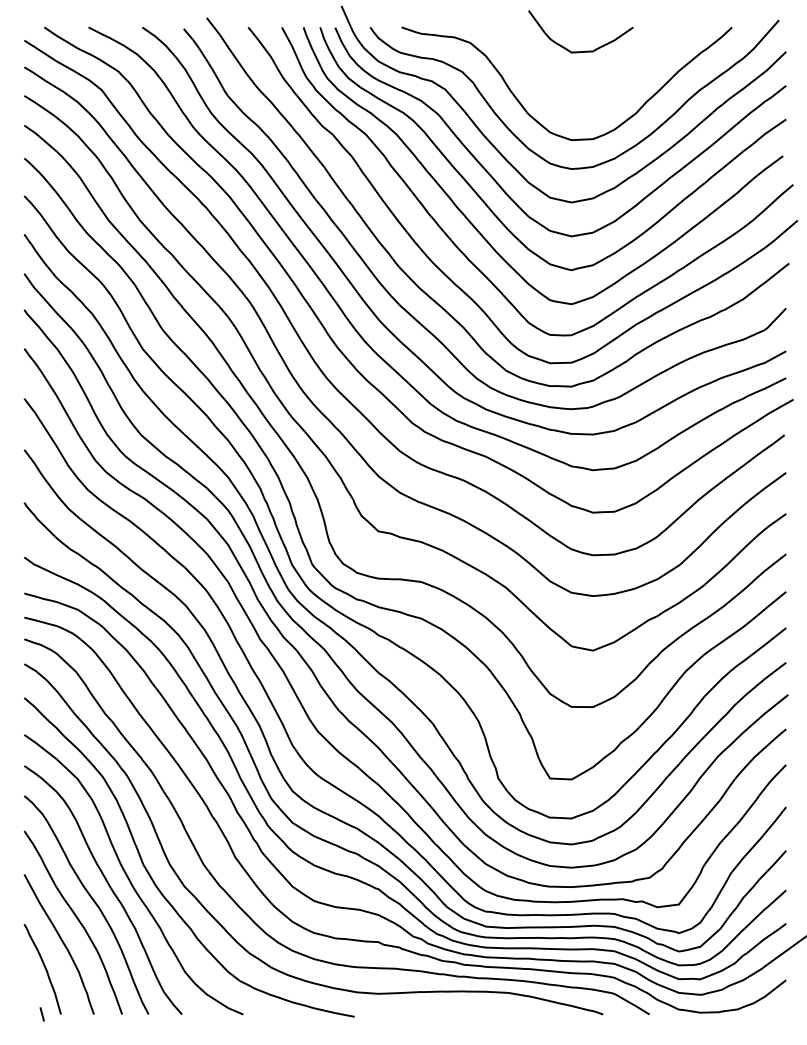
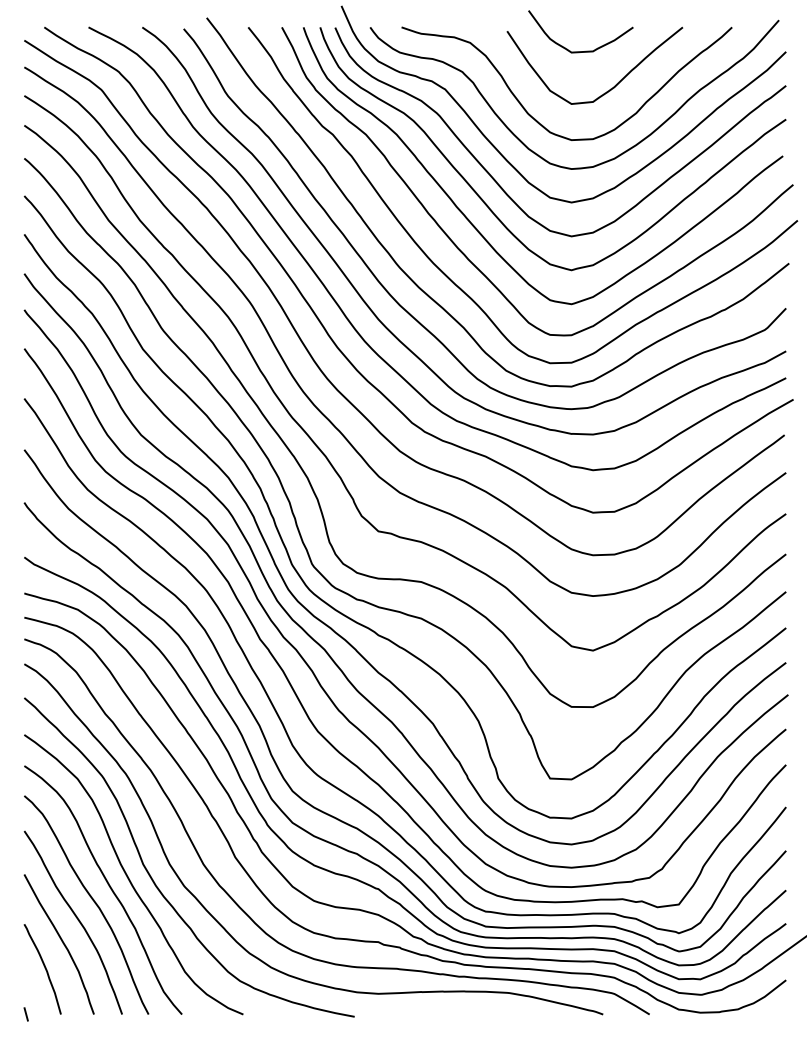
curve at (610, 88): none -> present
line at (41, 1014) position: (41, 1014) -> (25, 1014)
